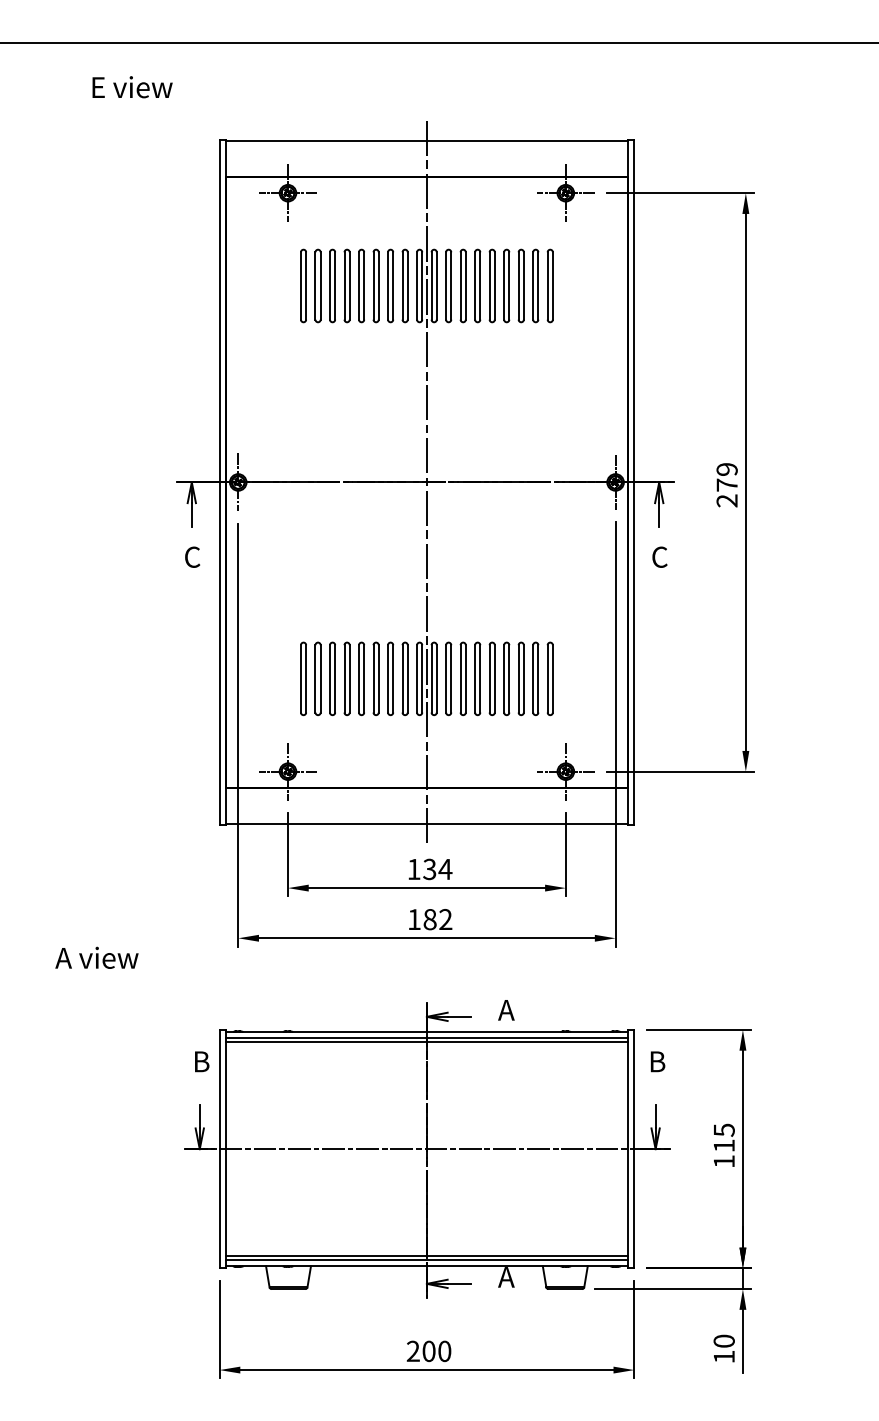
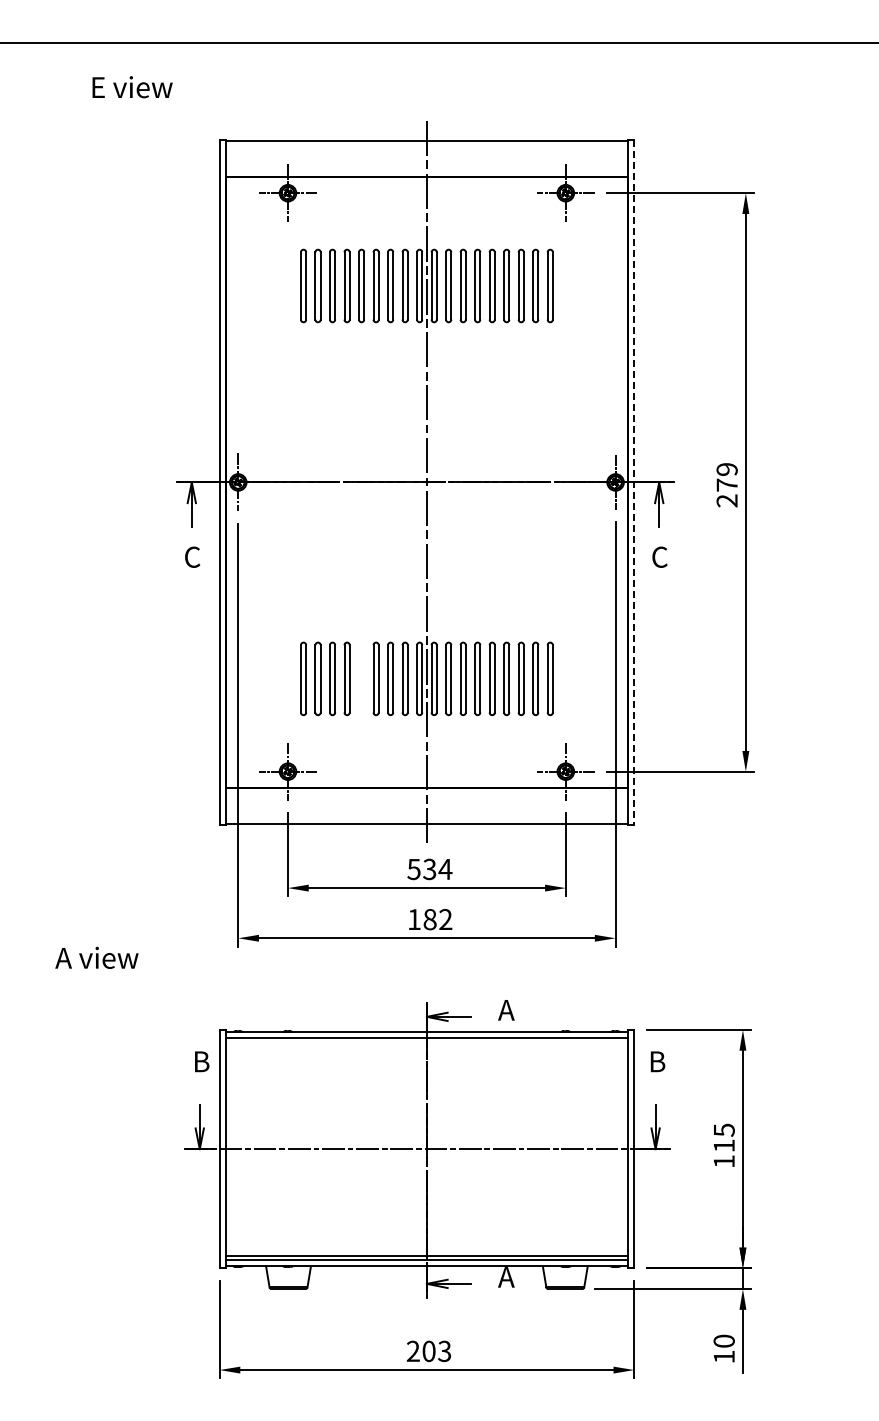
line at (634, 482): solid -> dashed
part at (361, 678): present -> none
text at (413, 869): 134 -> 534
line at (426, 1042): present -> none
text at (444, 1350): 200 -> 203
